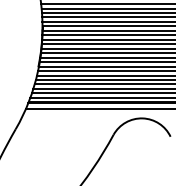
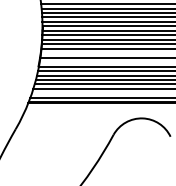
line at (106, 53): present -> none
line at (105, 62): present -> none
line at (101, 93): present -> none
line at (98, 108): present -> none
